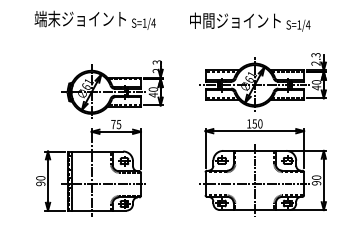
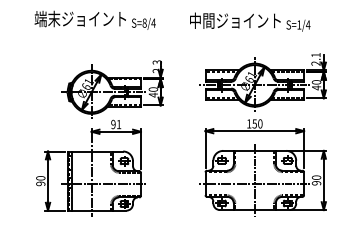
text at (144, 22): S=1/4 -> S=8/4
text at (315, 55): 2.3 -> 2.1
text at (116, 124): 75 -> 91
